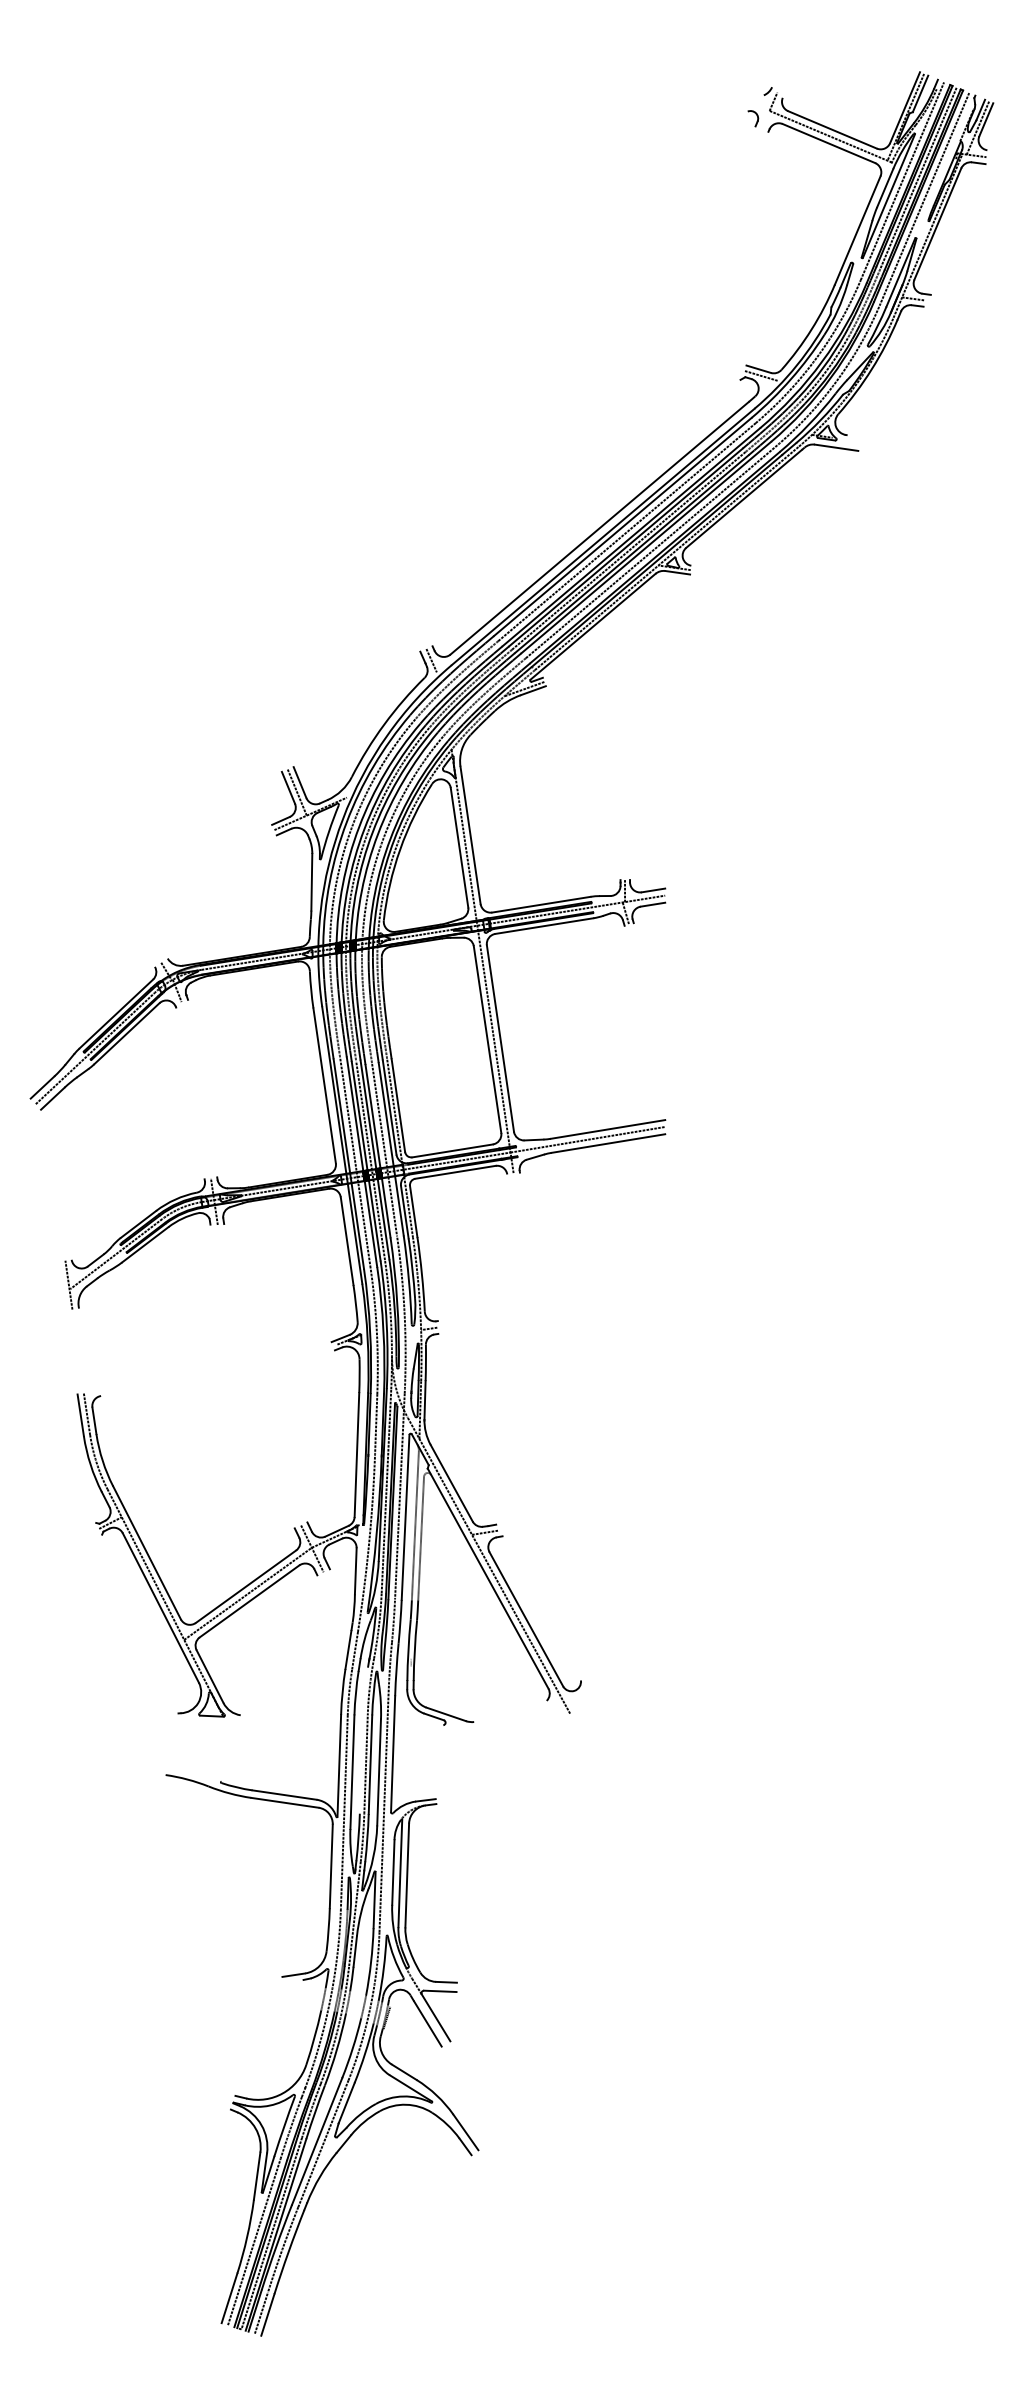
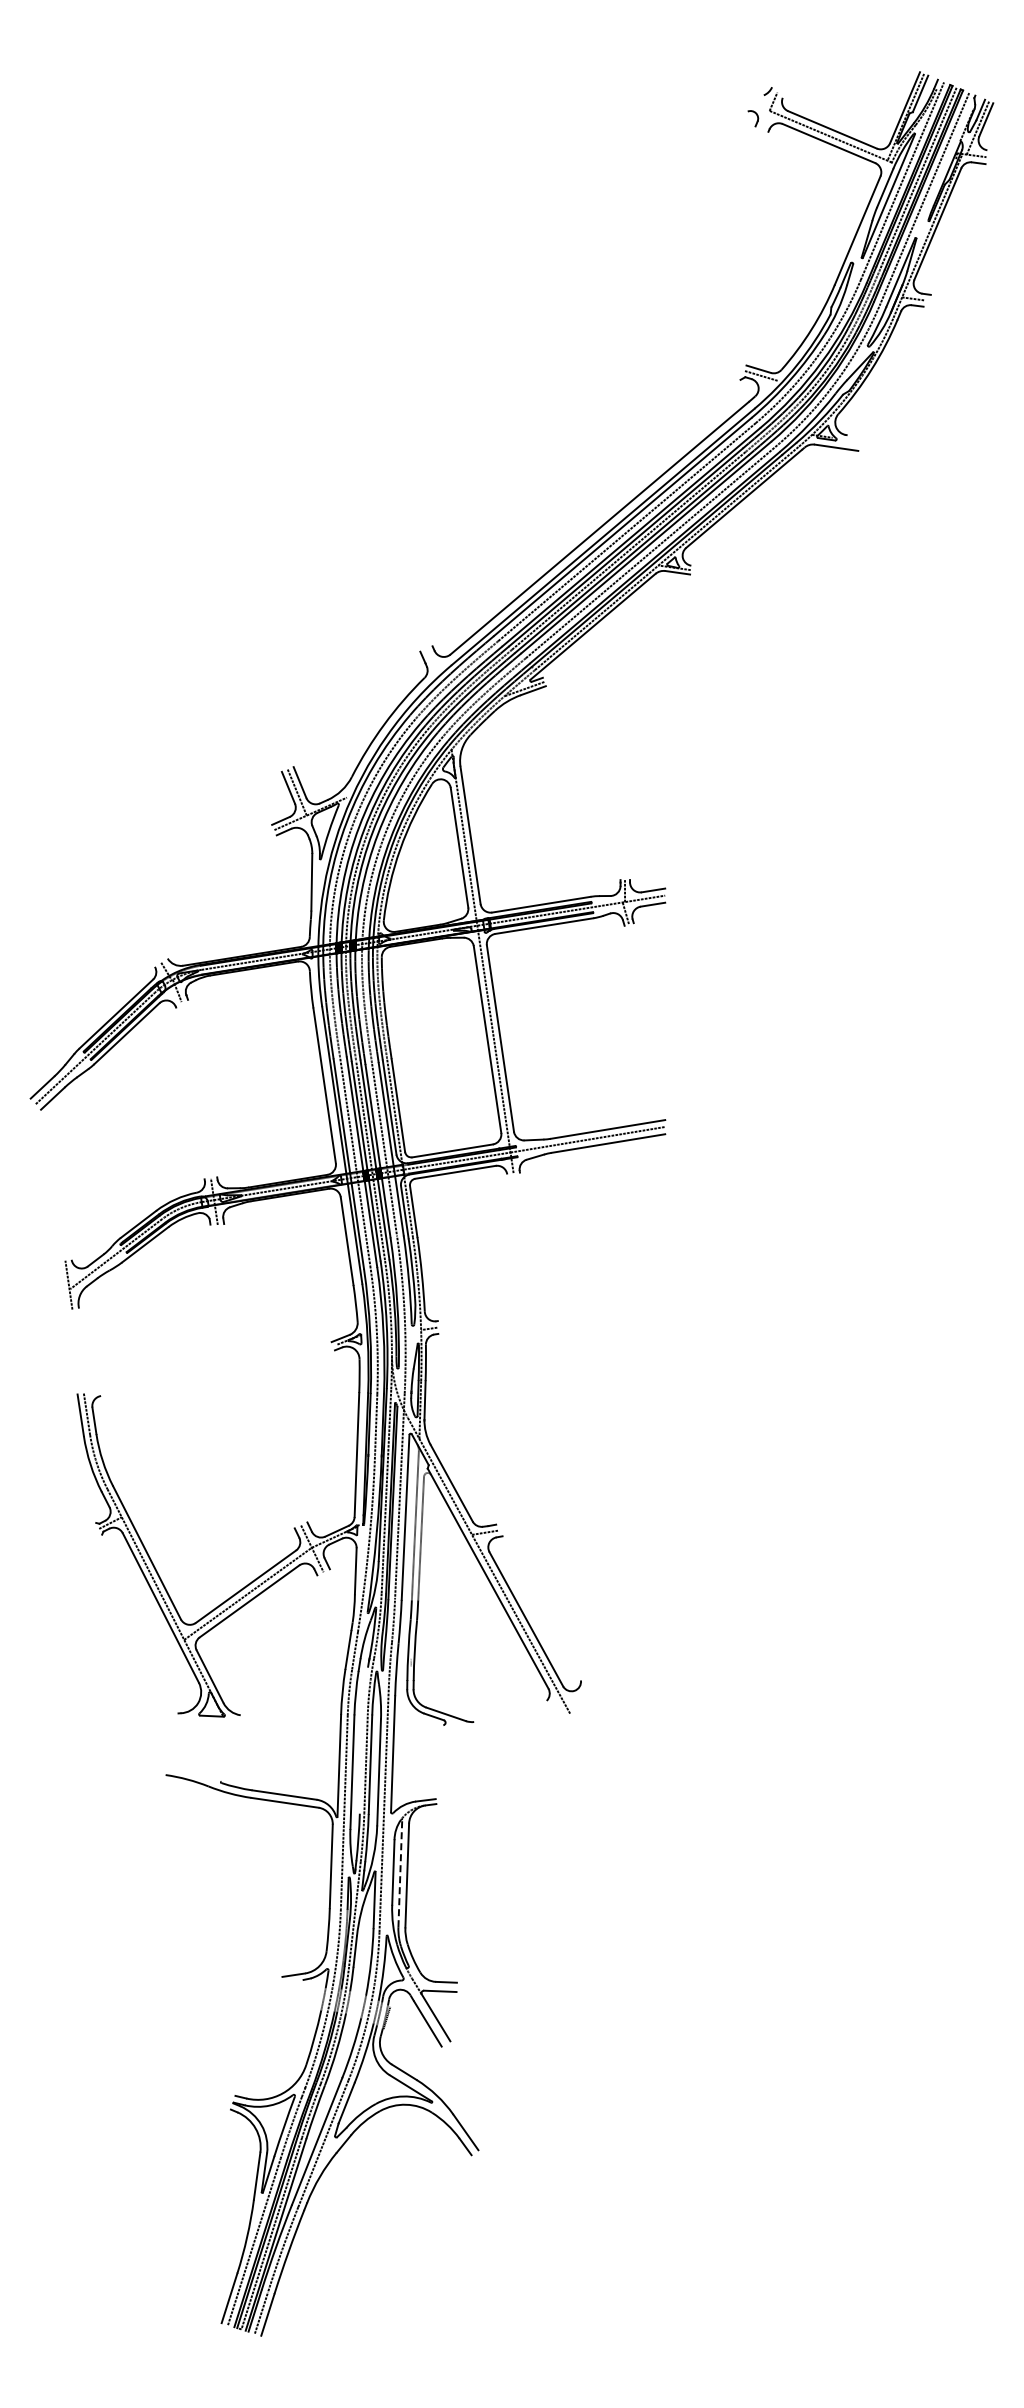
line at (431, 660): present -> none
line at (400, 1873): solid -> dashed
